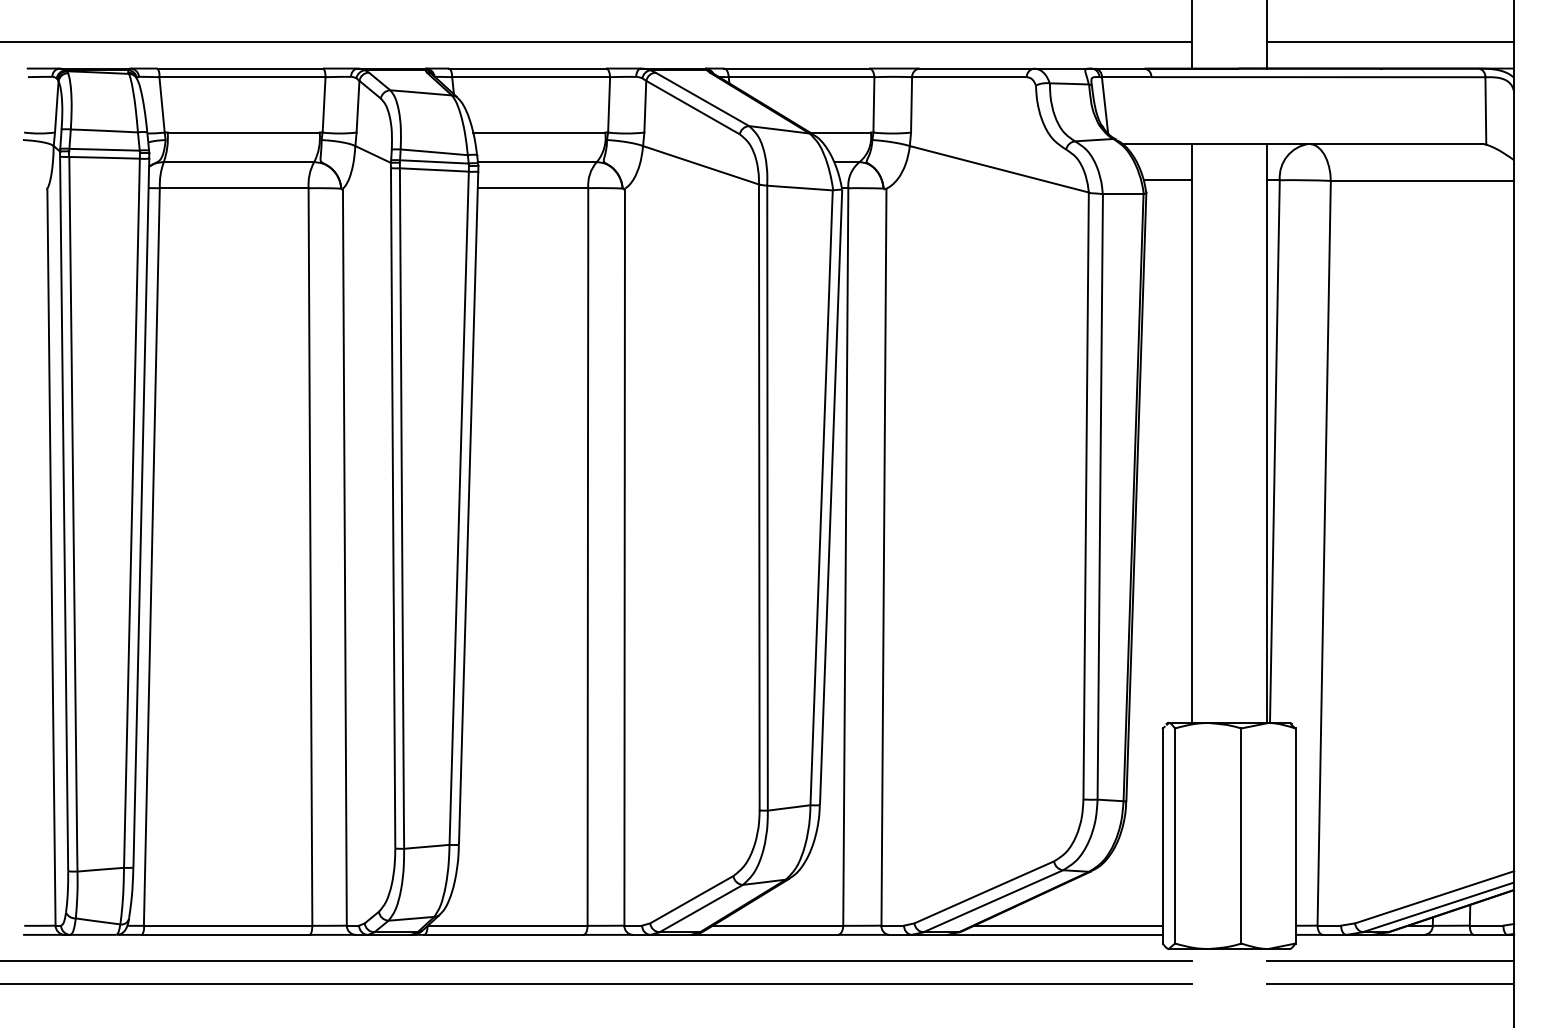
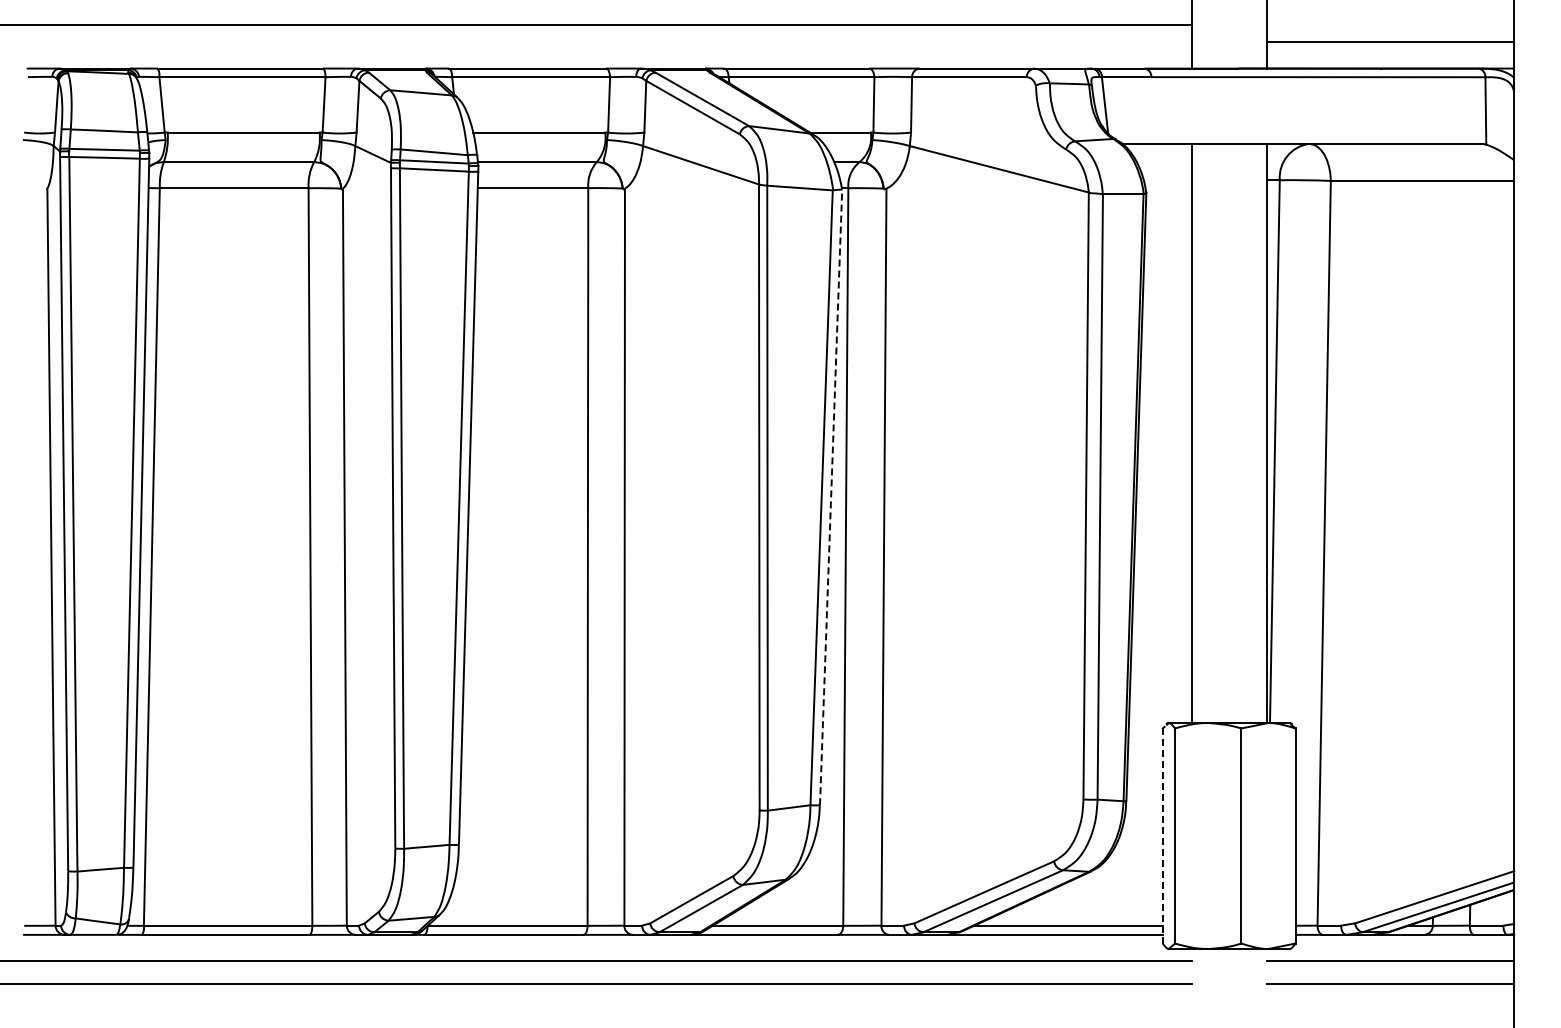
line at (596, 42) position: (596, 42) -> (596, 25)
line at (1167, 180): present -> none
line at (831, 497): solid -> dashed
line at (1162, 836): solid -> dashed
